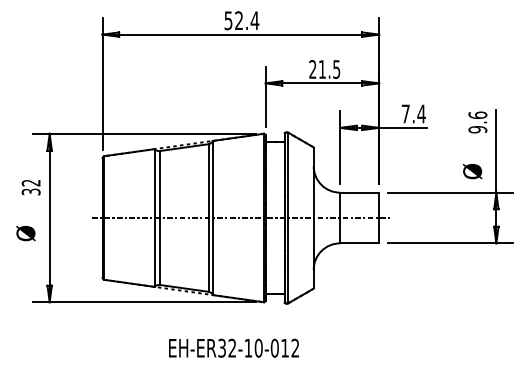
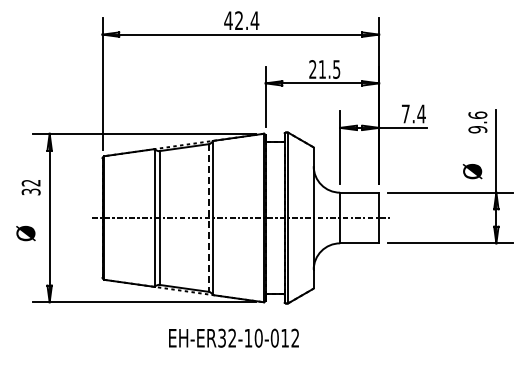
text at (228, 20): 52.4 -> 42.4
line at (208, 218): solid -> dashed
text at (233, 347) position: (233, 347) -> (233, 337)
